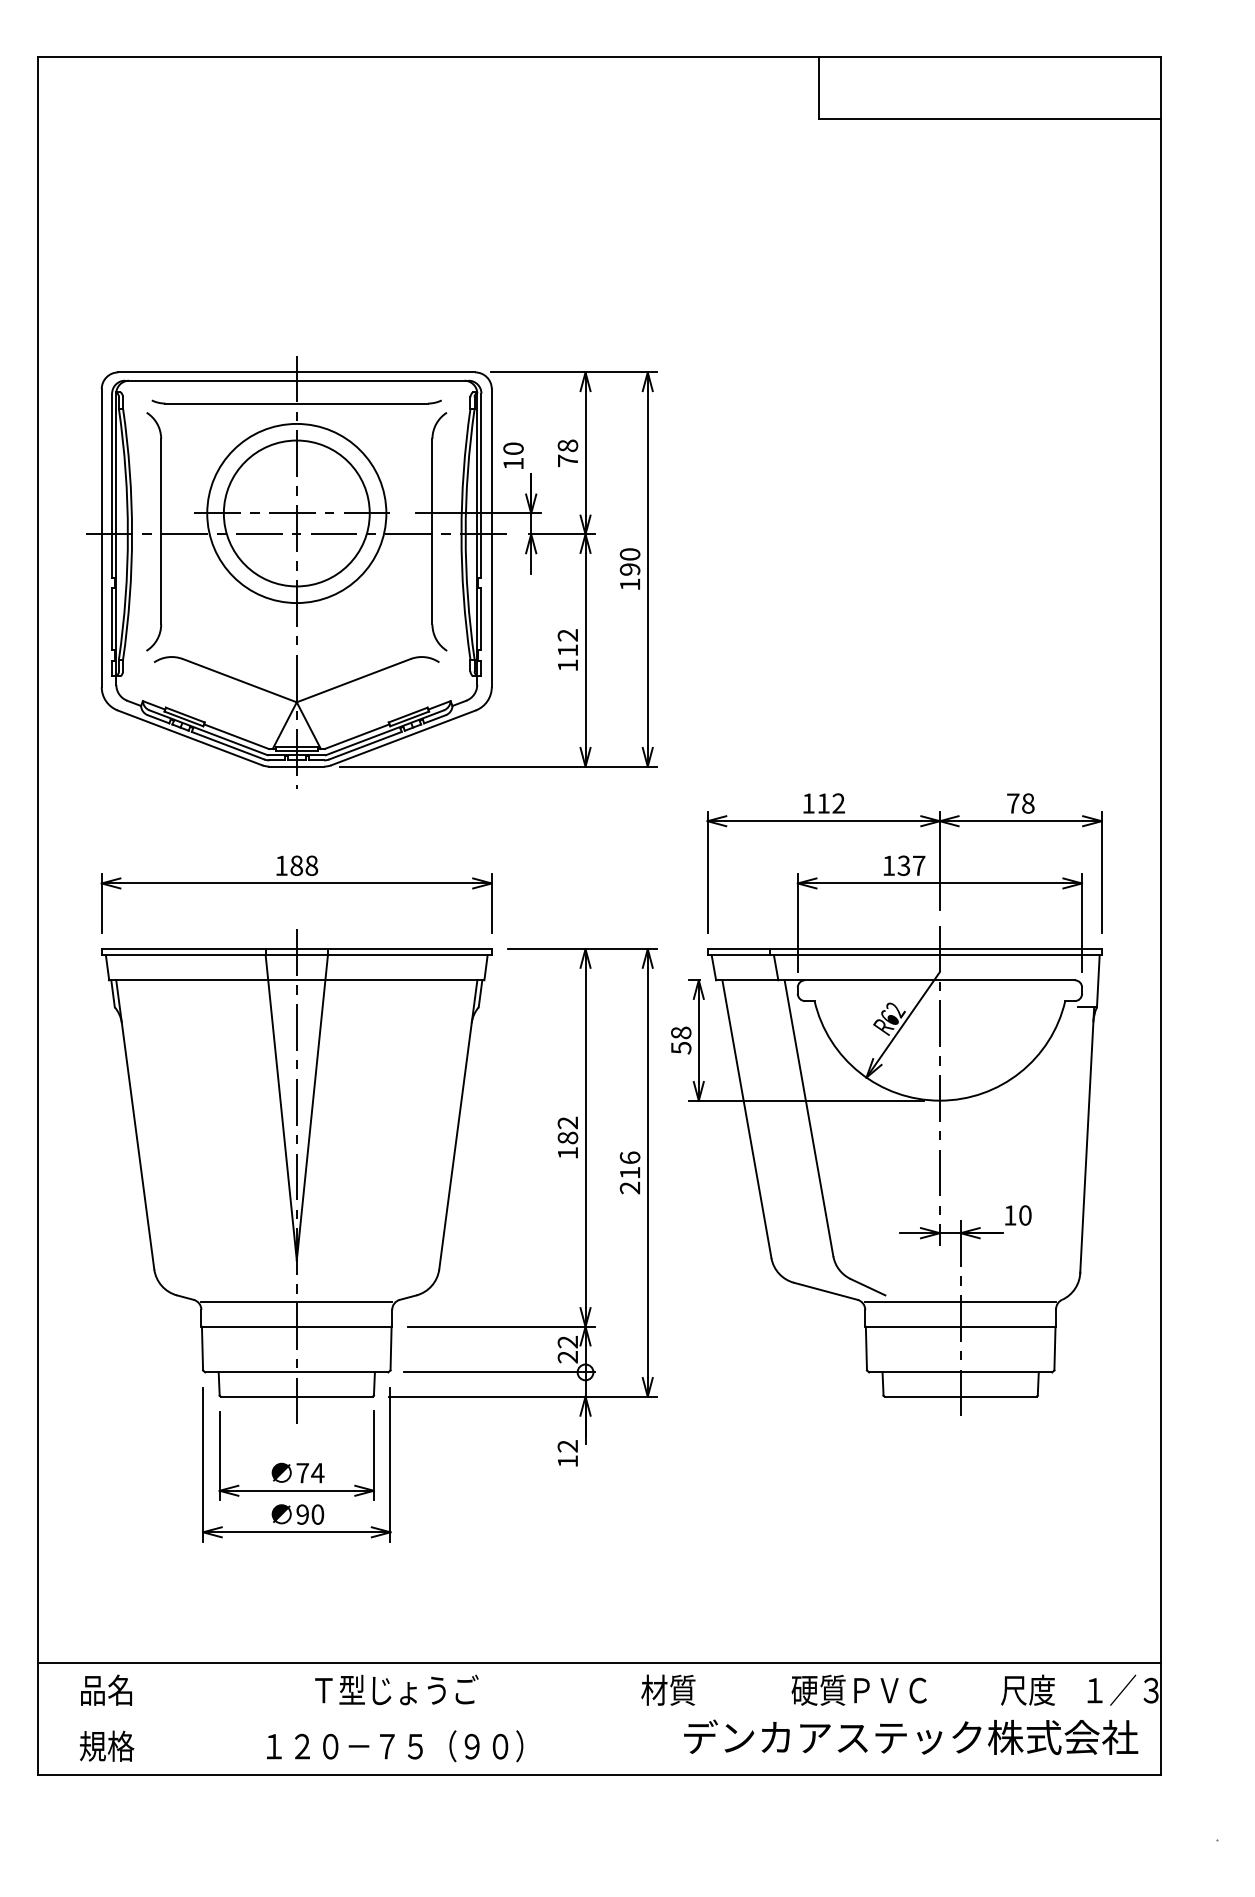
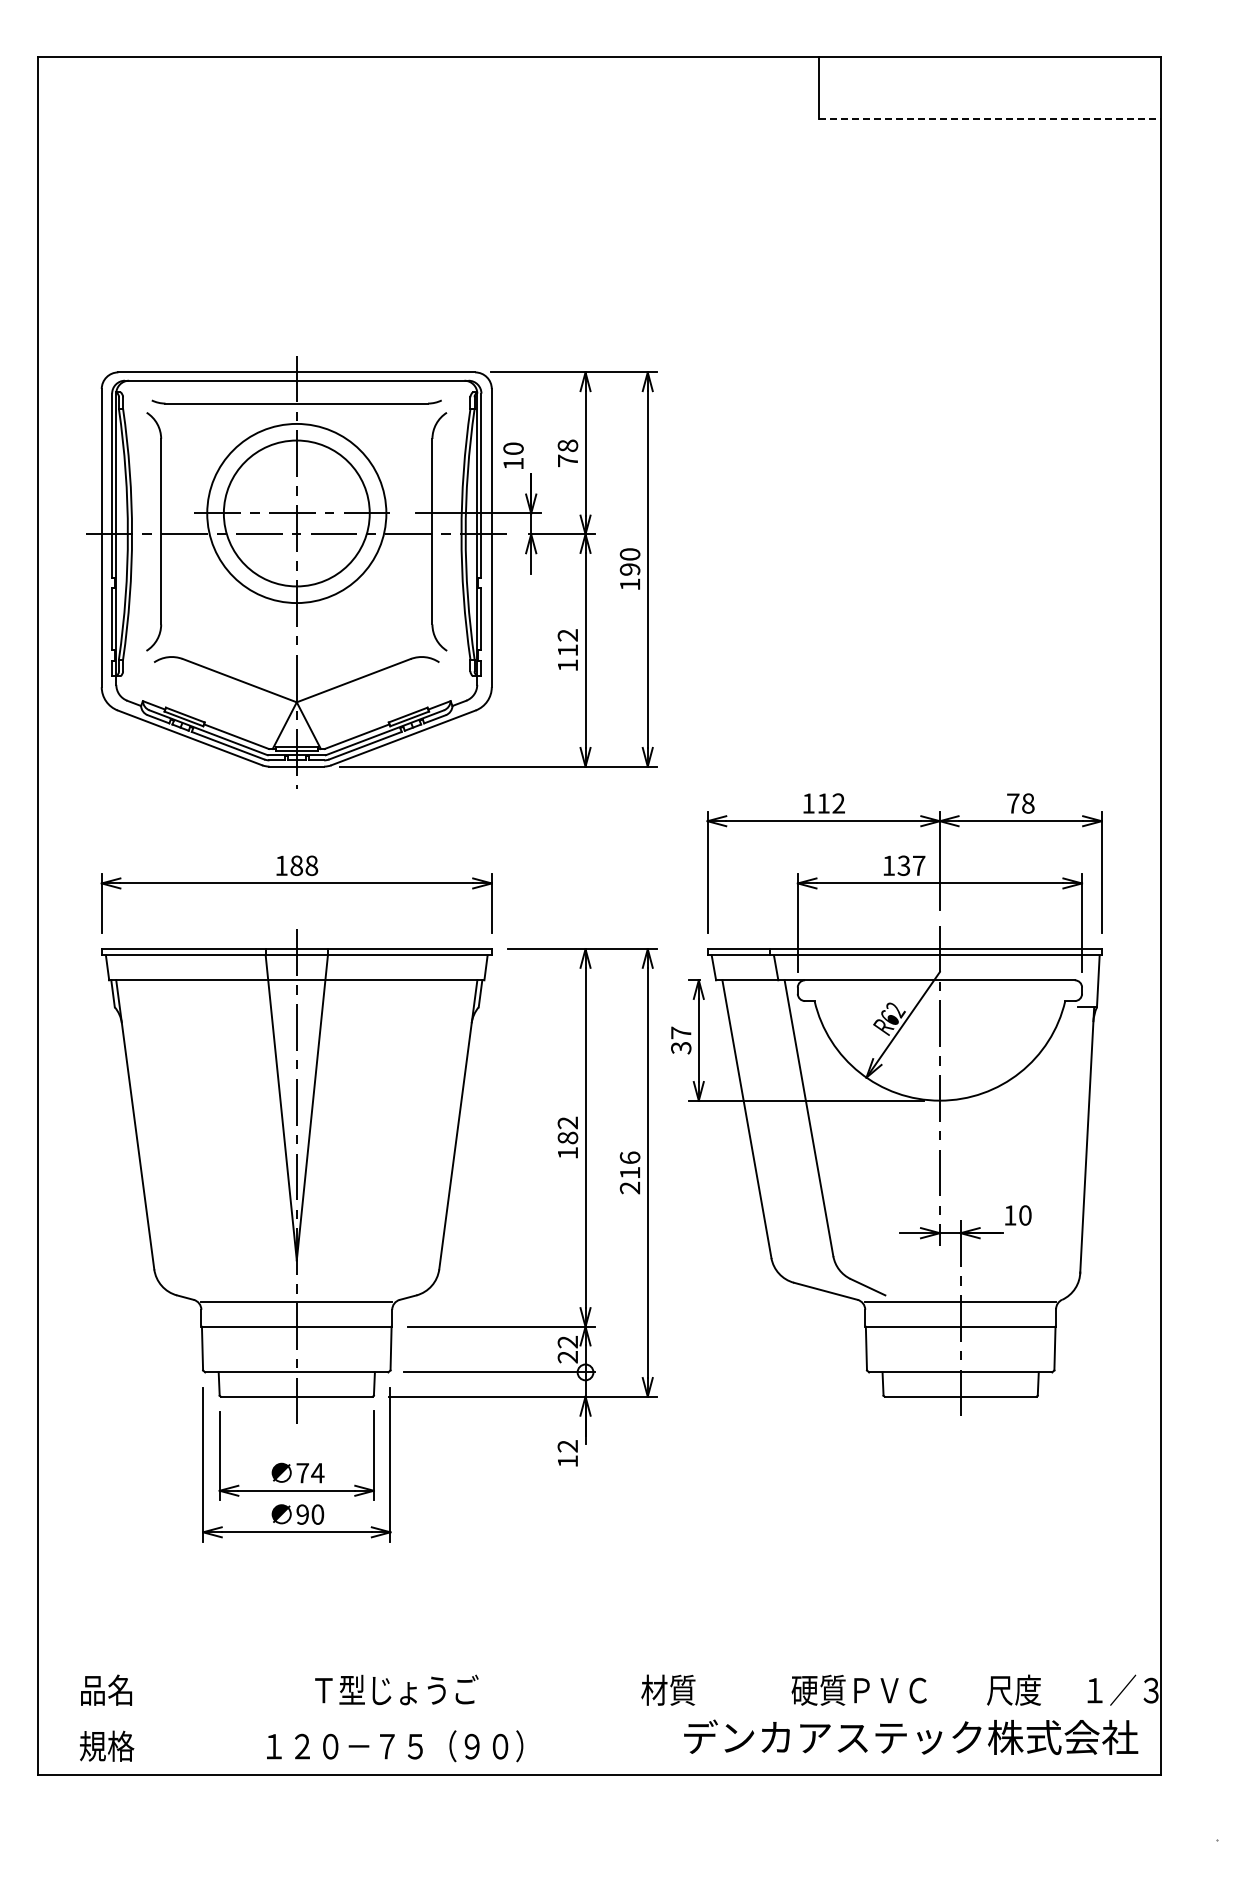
line at (990, 119): solid -> dashed
text at (681, 1039): 58 -> 37
line at (599, 1662): present -> none
text at (1027, 1689) position: (1027, 1689) -> (1013, 1689)
